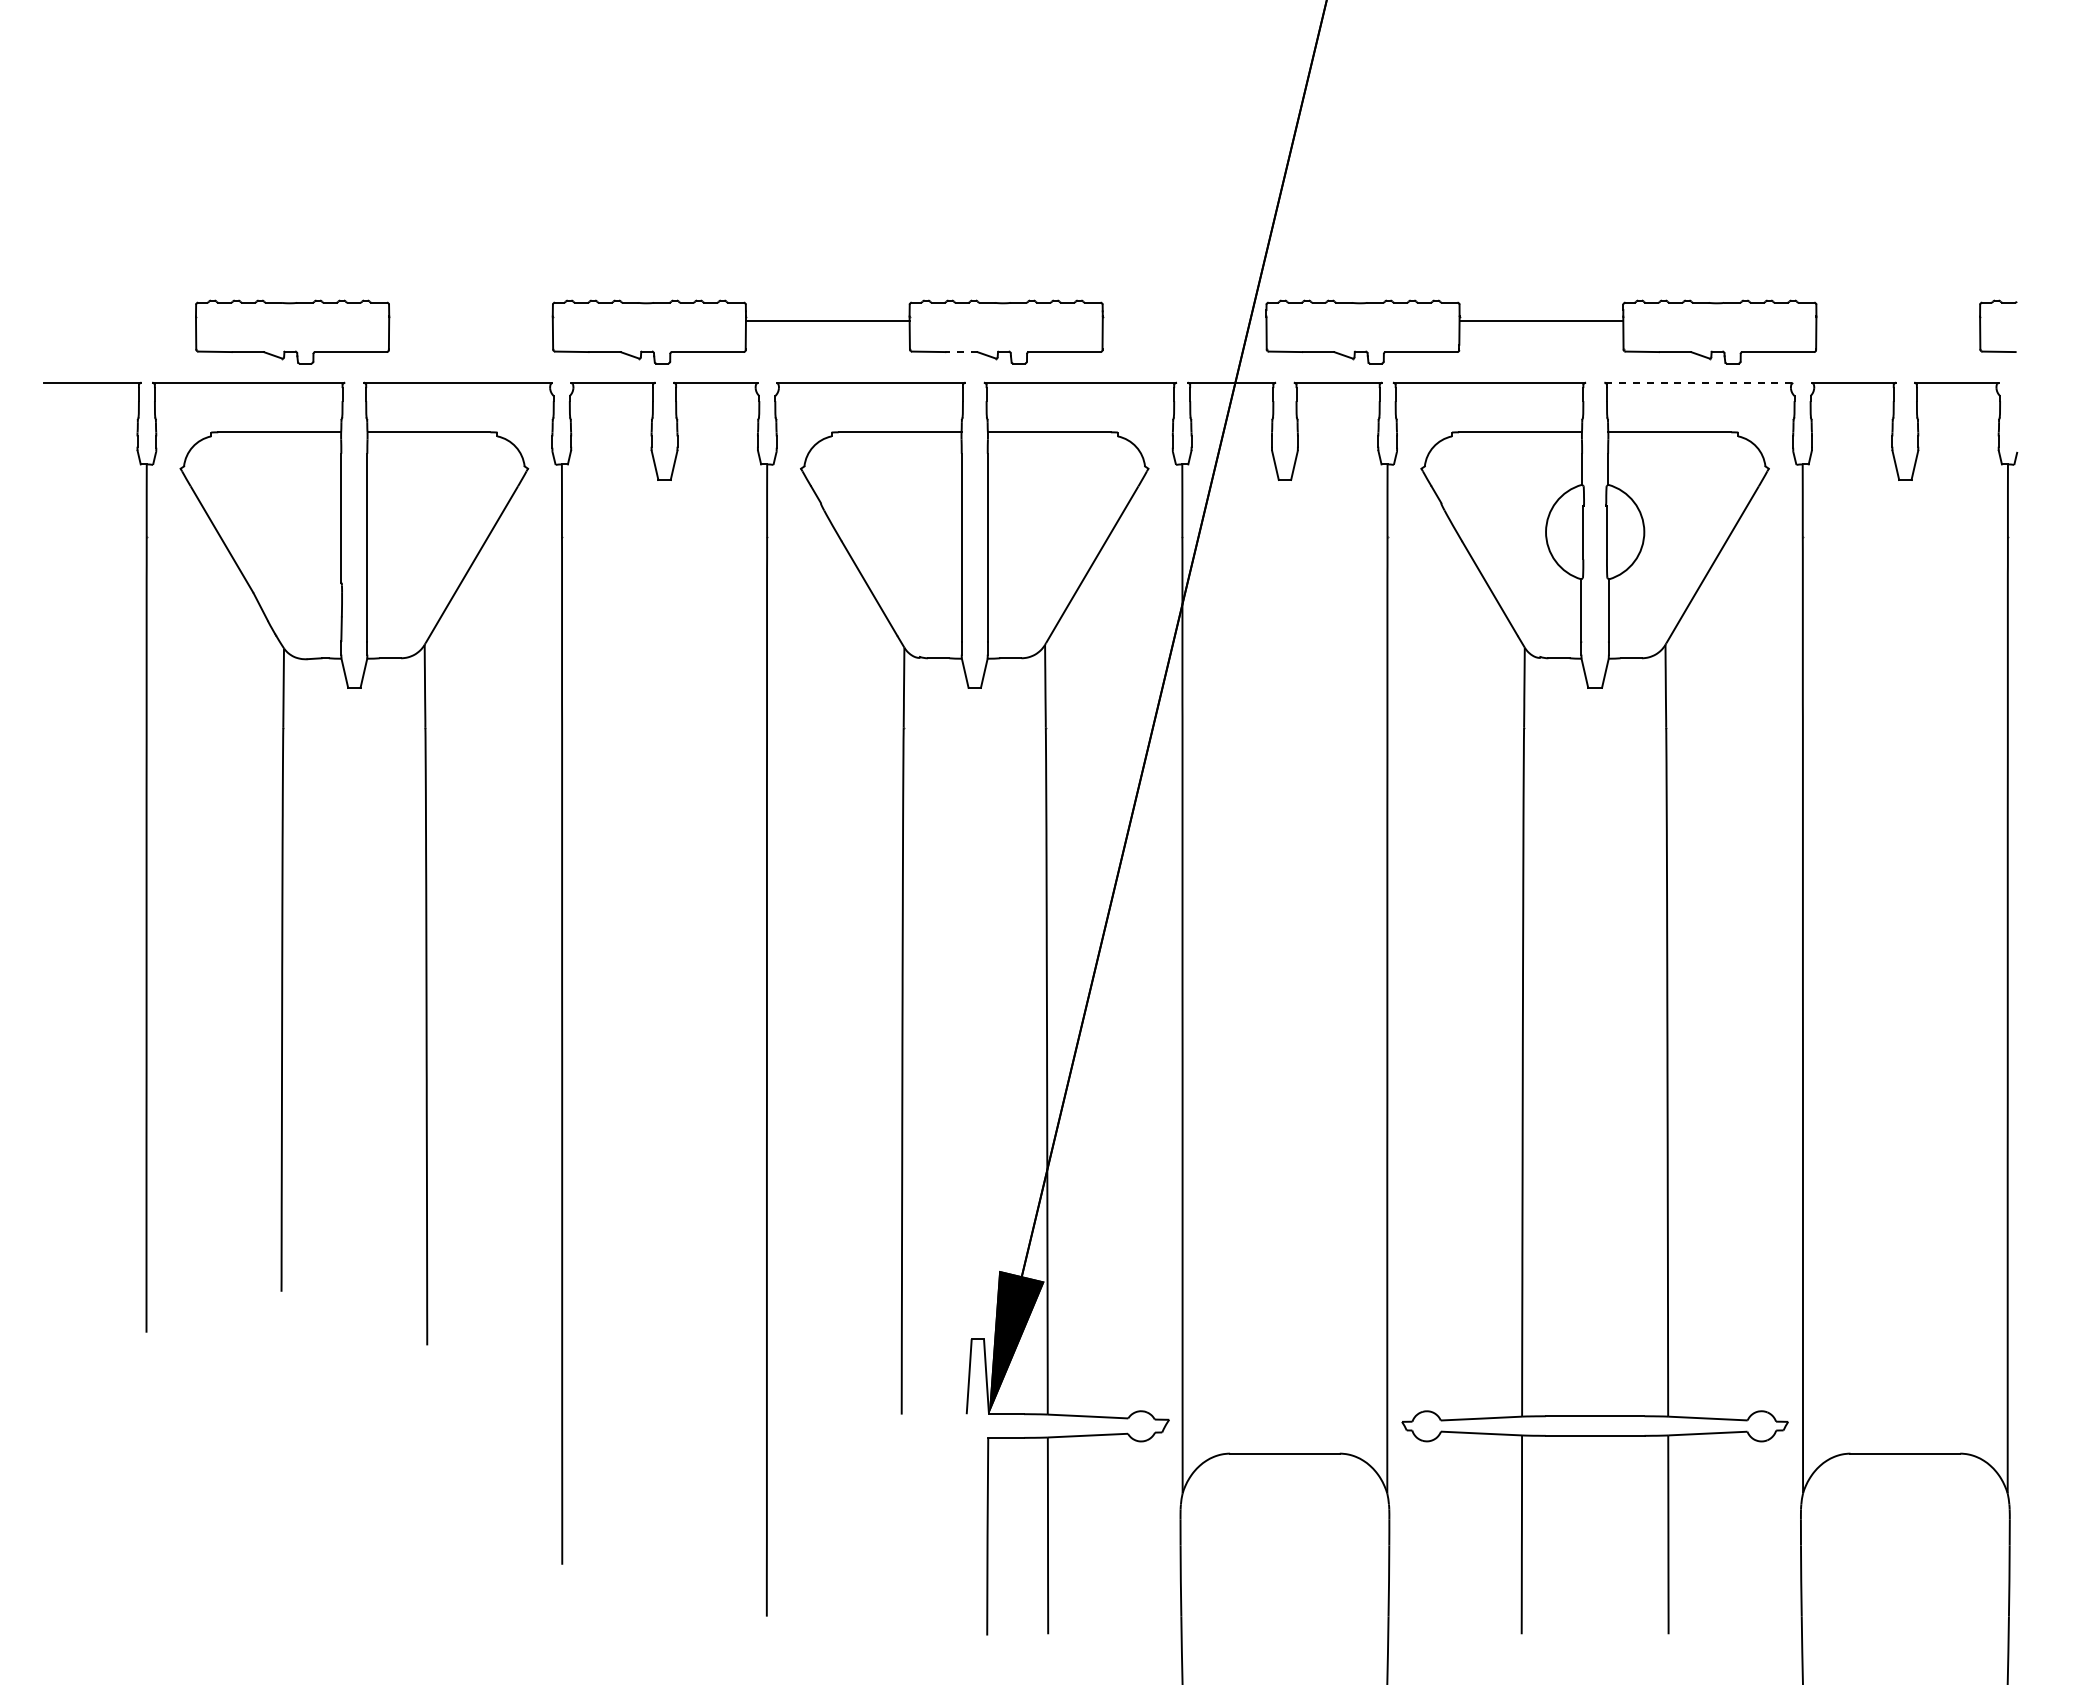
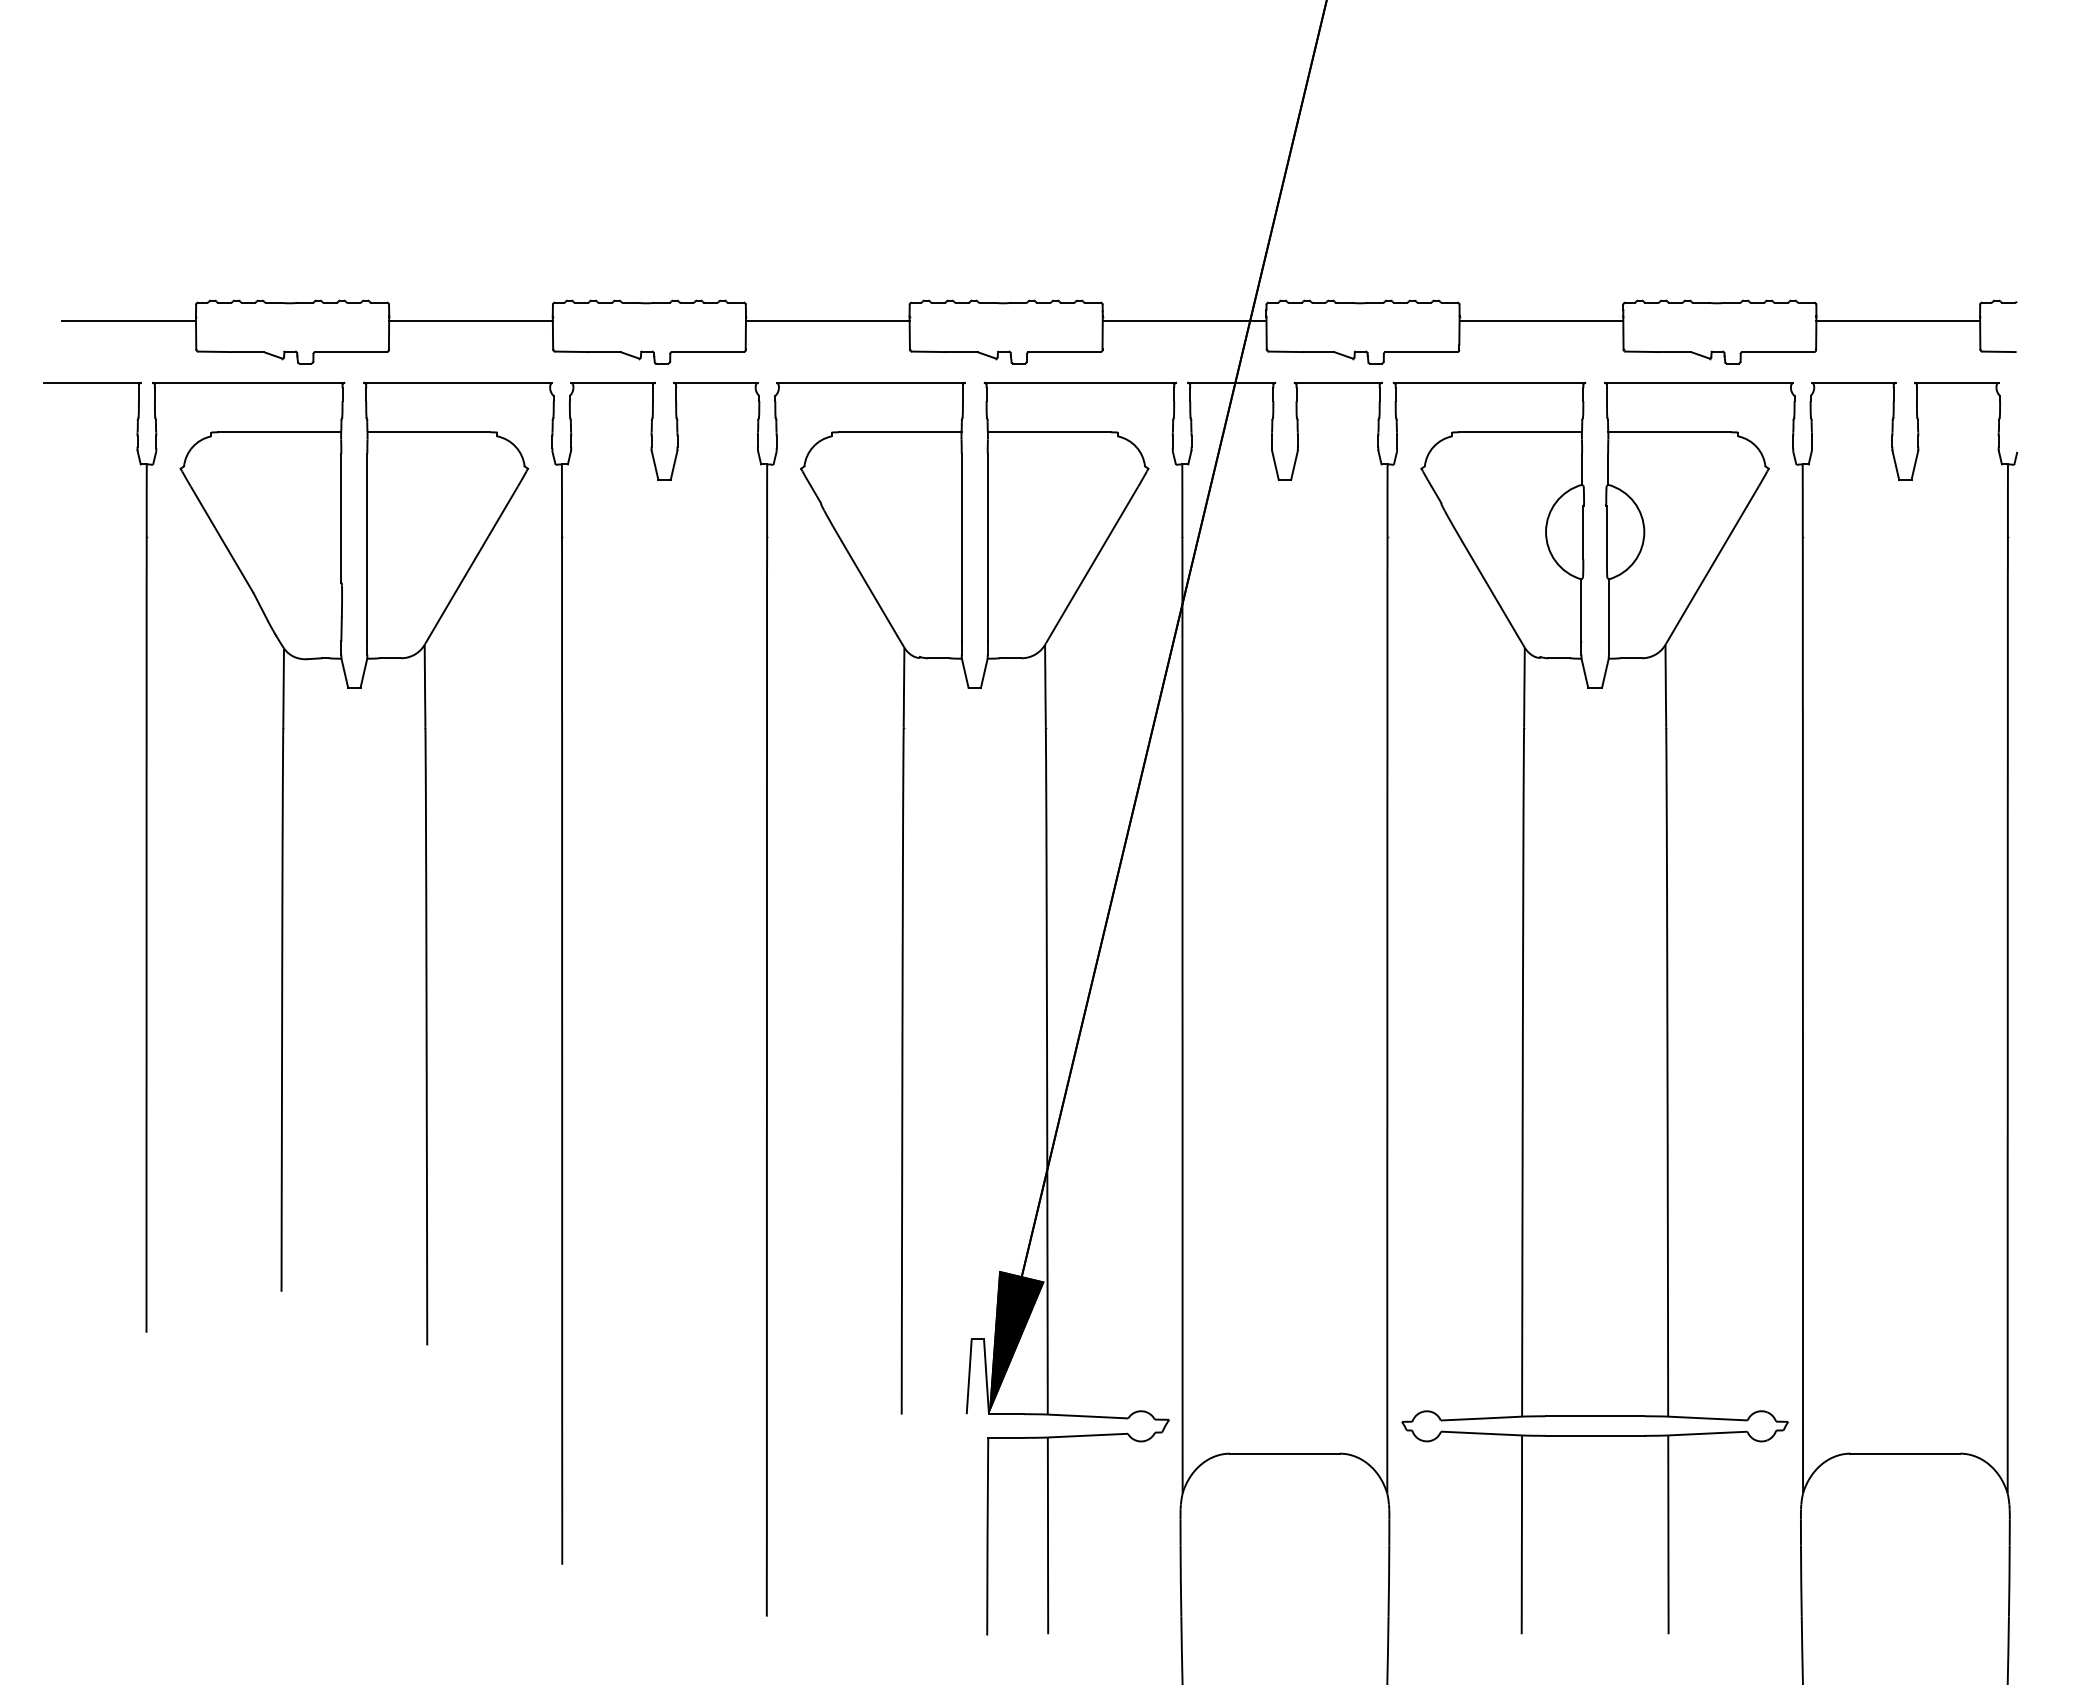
line at (129, 320): none -> present
line at (470, 320): none -> present
line at (1184, 320): none -> present
line at (1898, 320): none -> present
line at (961, 352): dashed -> solid
line at (1699, 382): dashed -> solid
